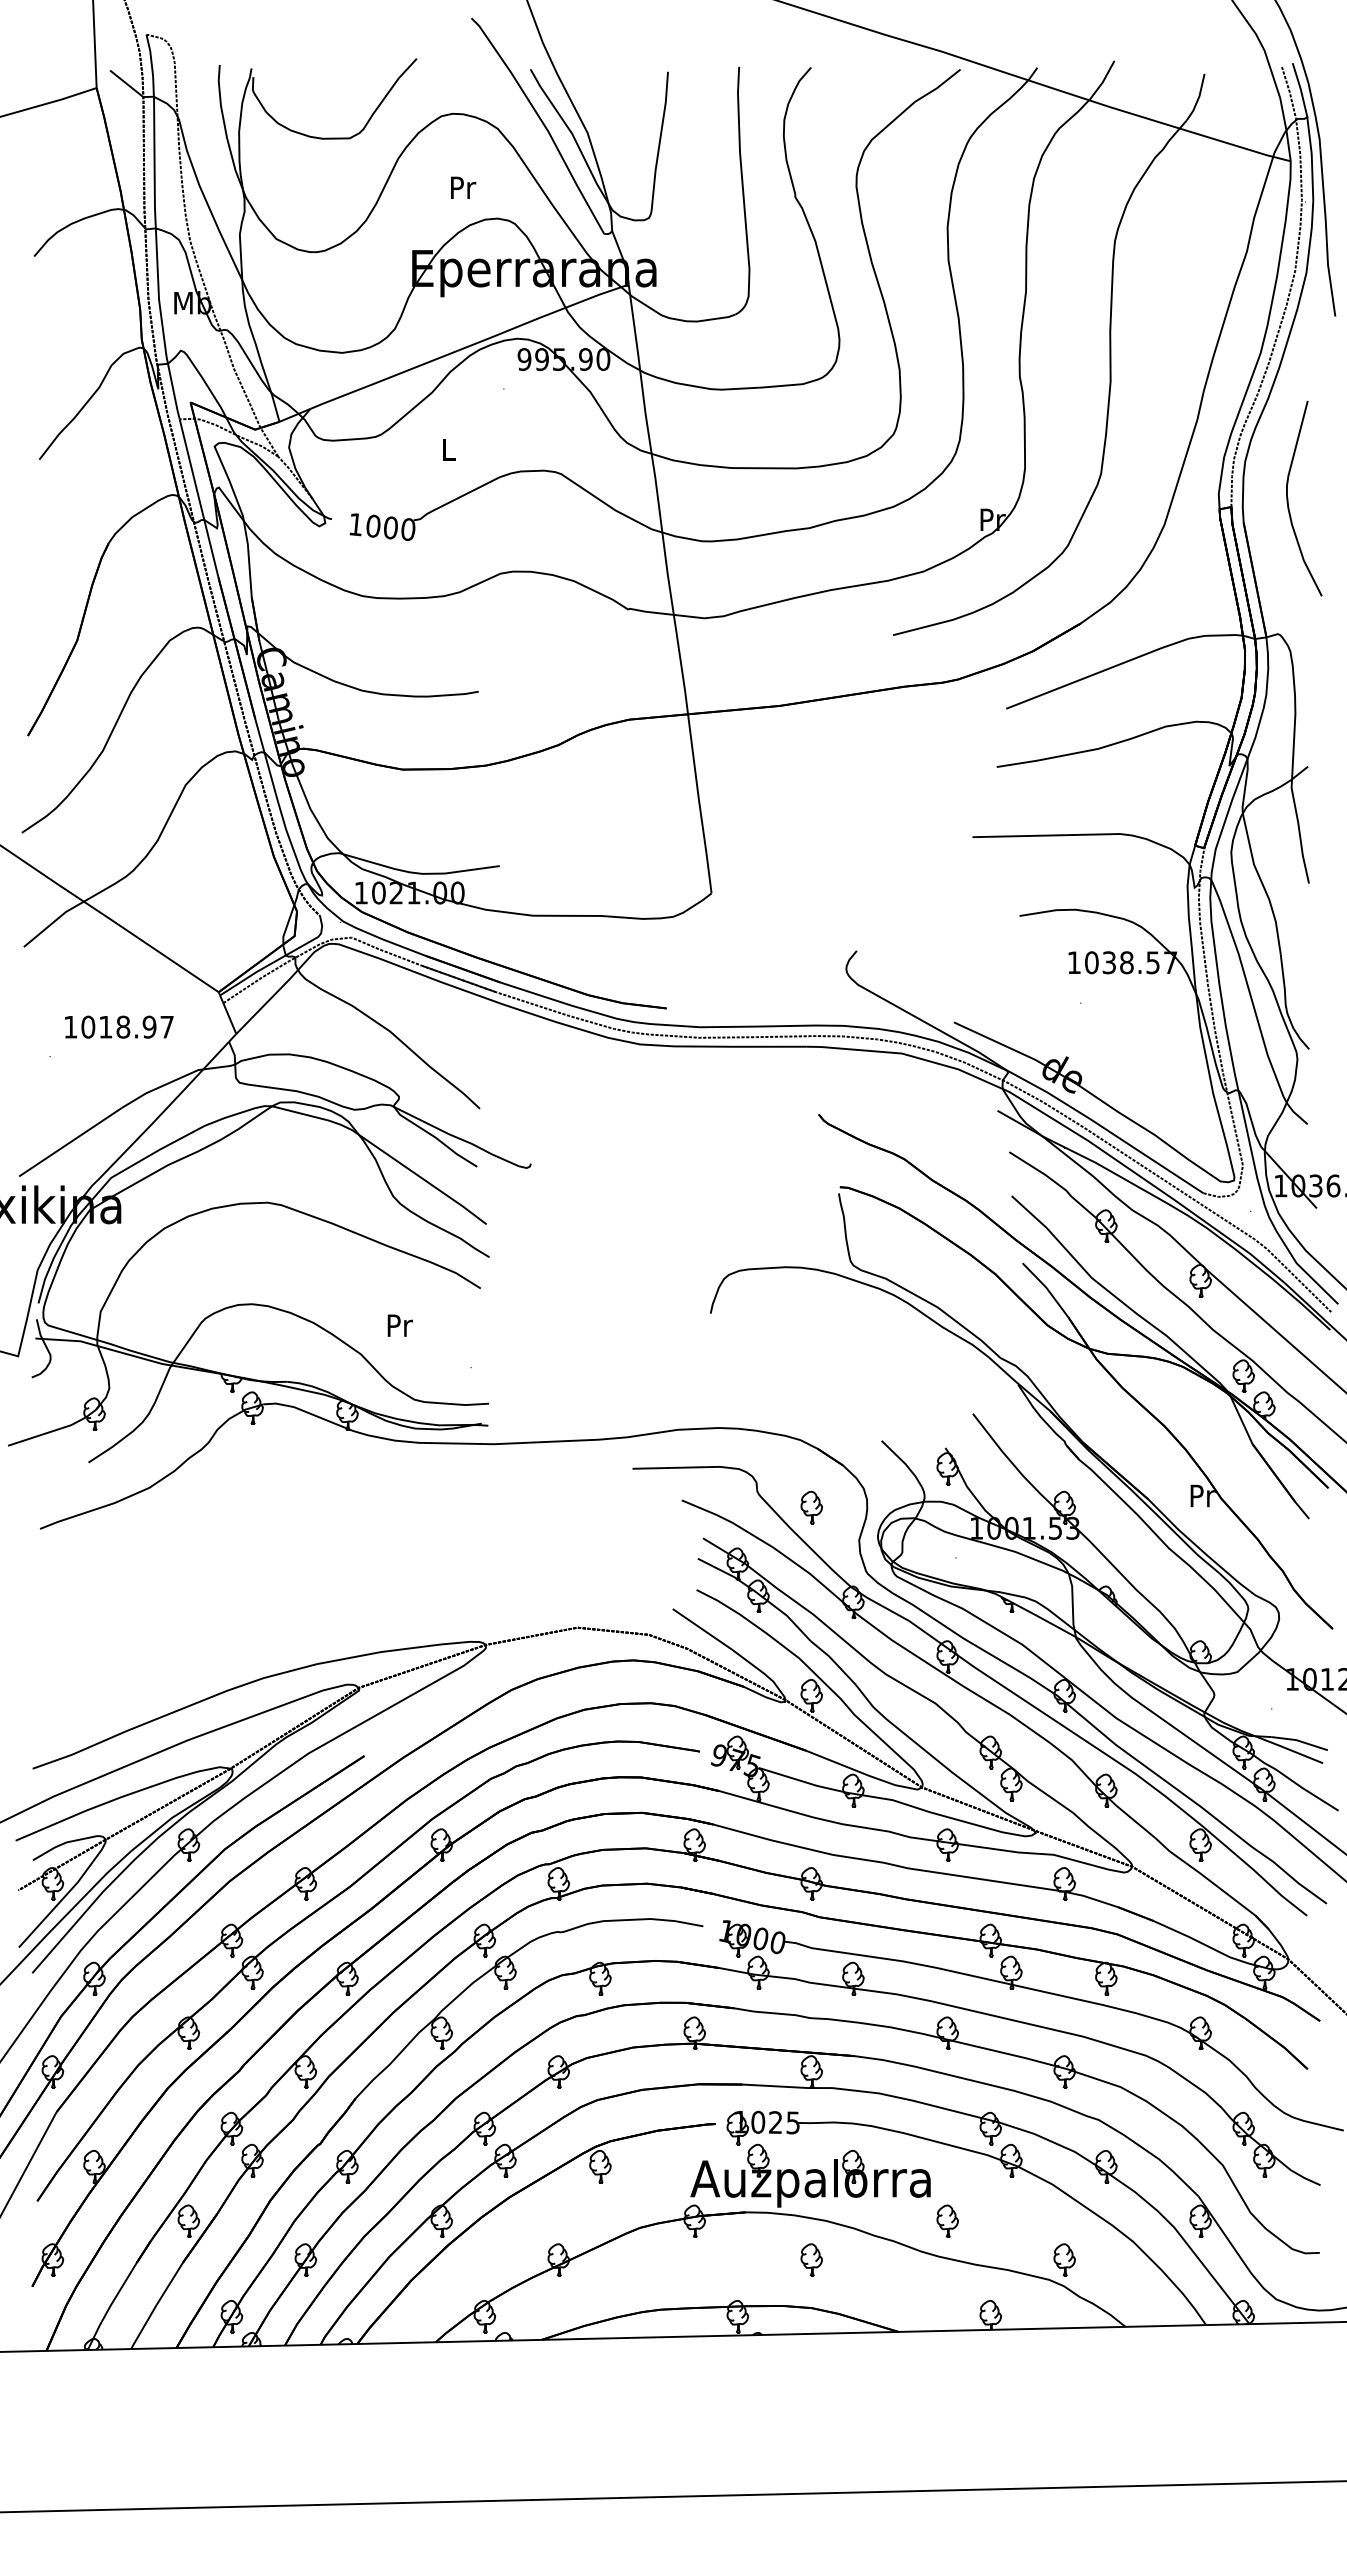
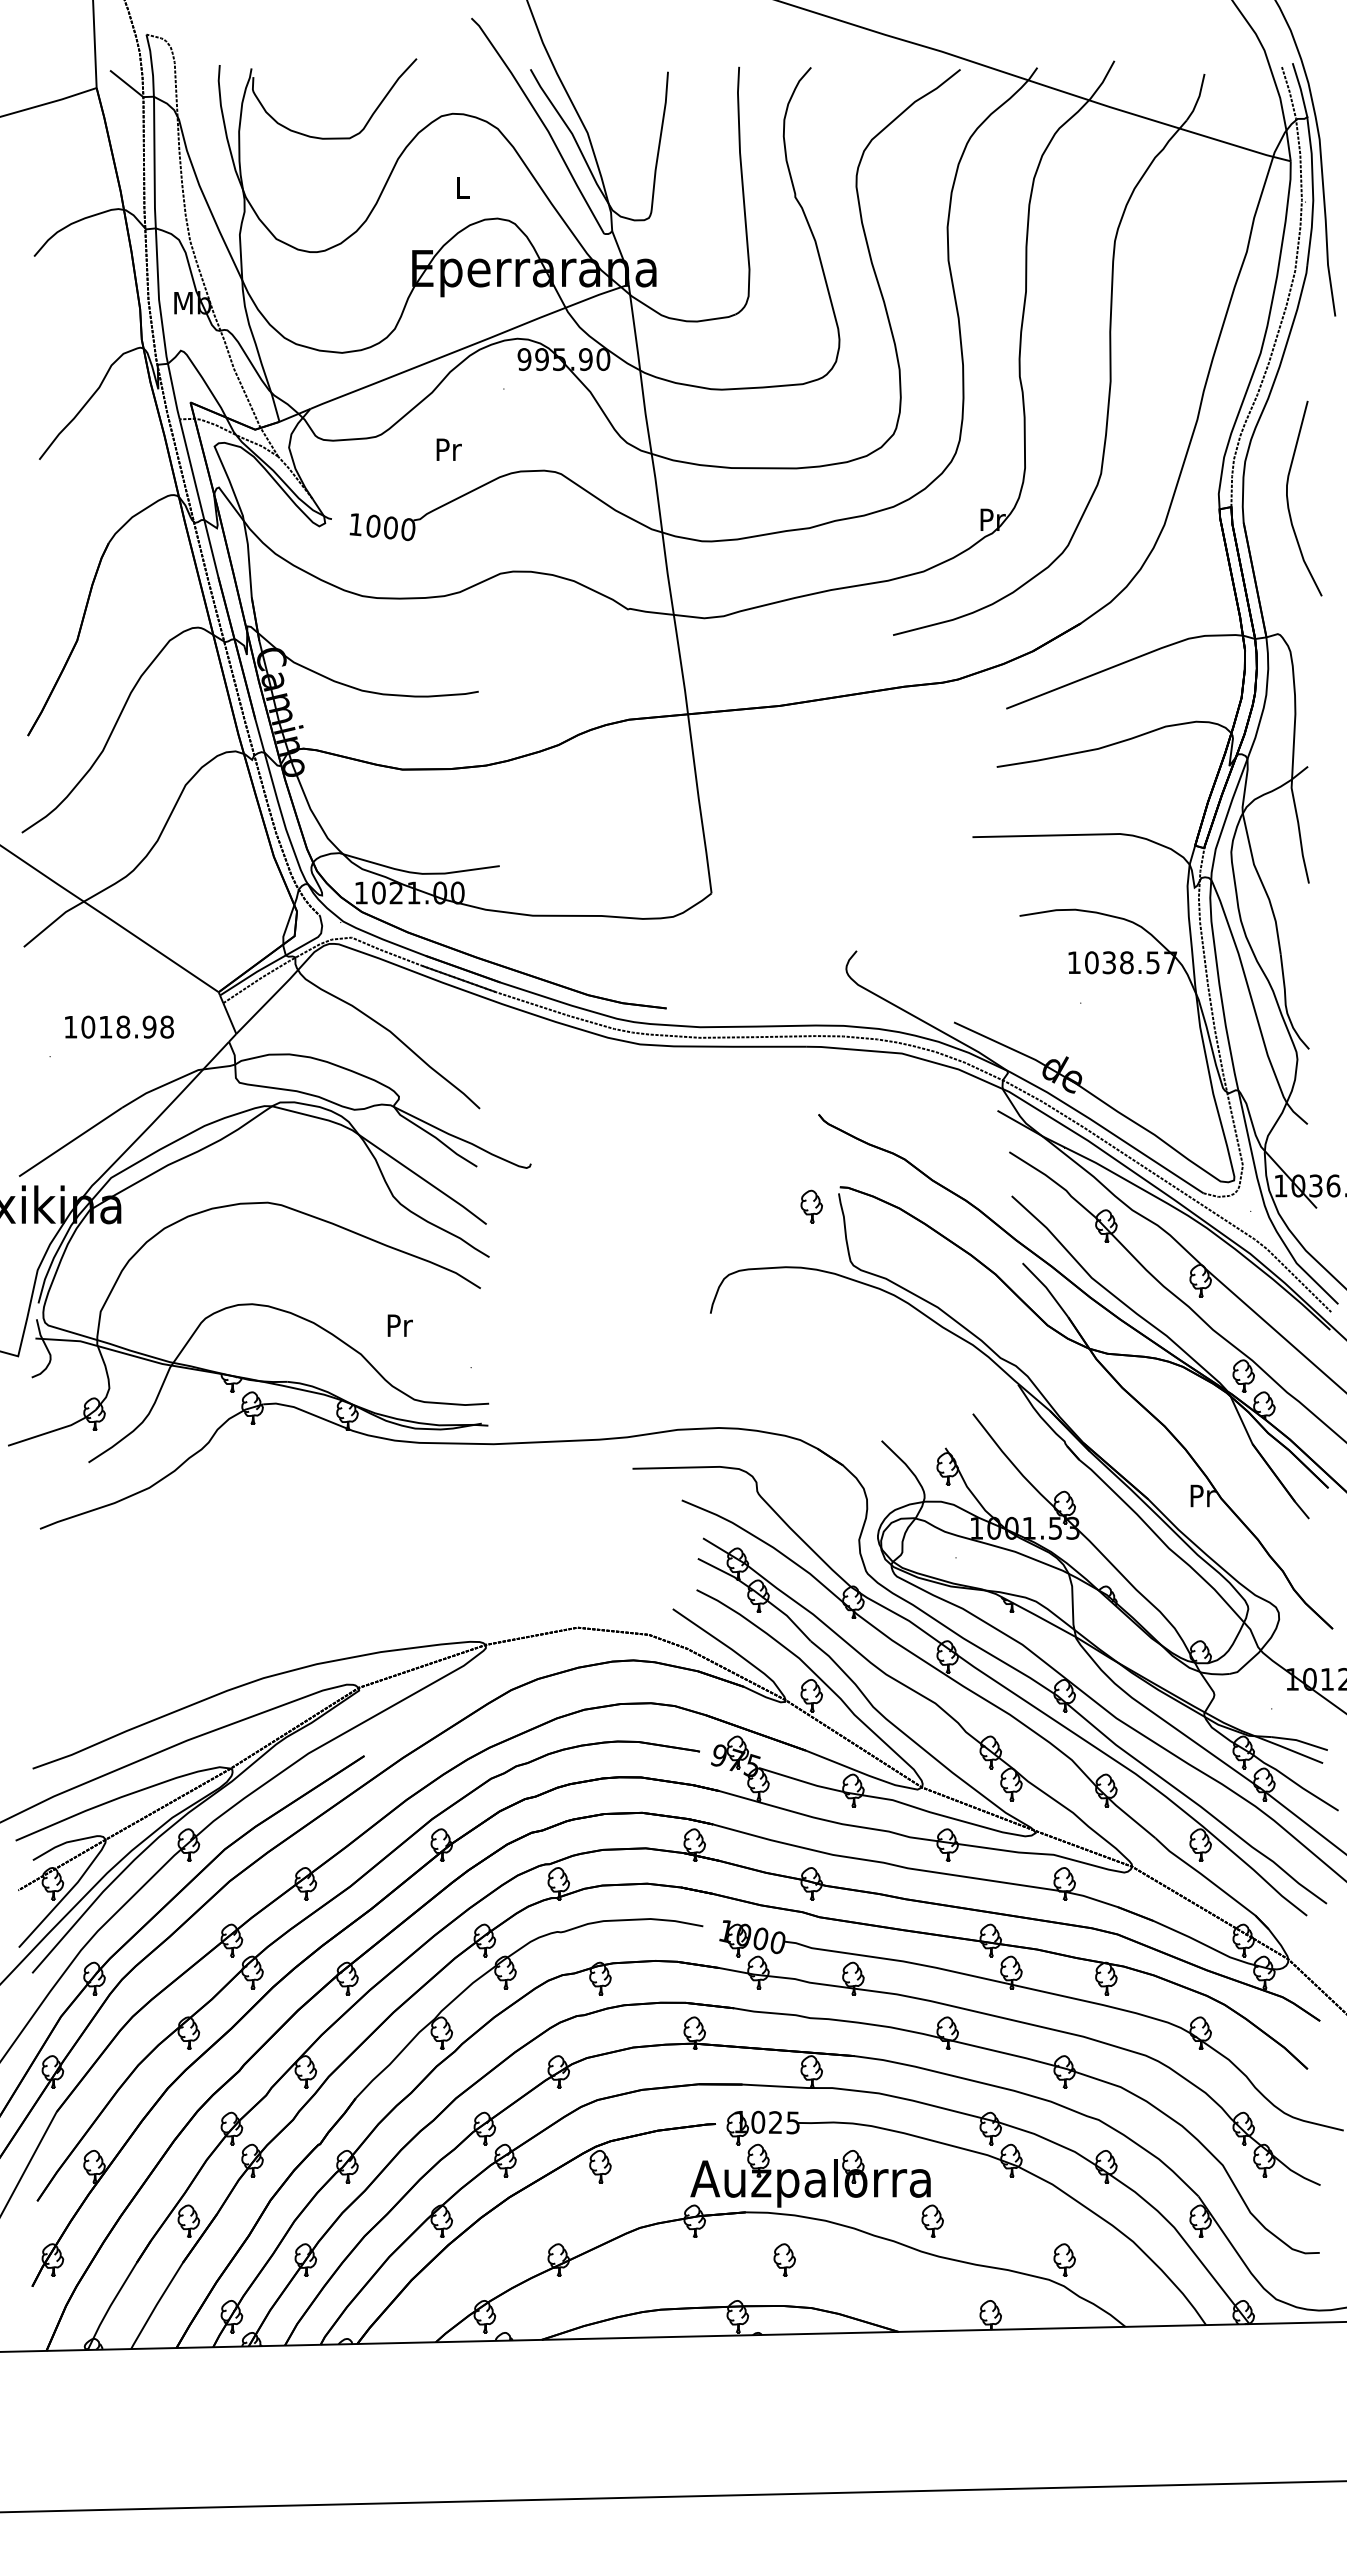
text at (463, 187): Pr -> L
text at (448, 449): L -> Pr
text at (166, 1026): 1018.97 -> 1018.98
part at (811, 1507) position: (811, 1507) -> (811, 1206)
part at (947, 2220) position: (947, 2220) -> (932, 2220)
part at (811, 2259) position: (811, 2259) -> (784, 2259)
